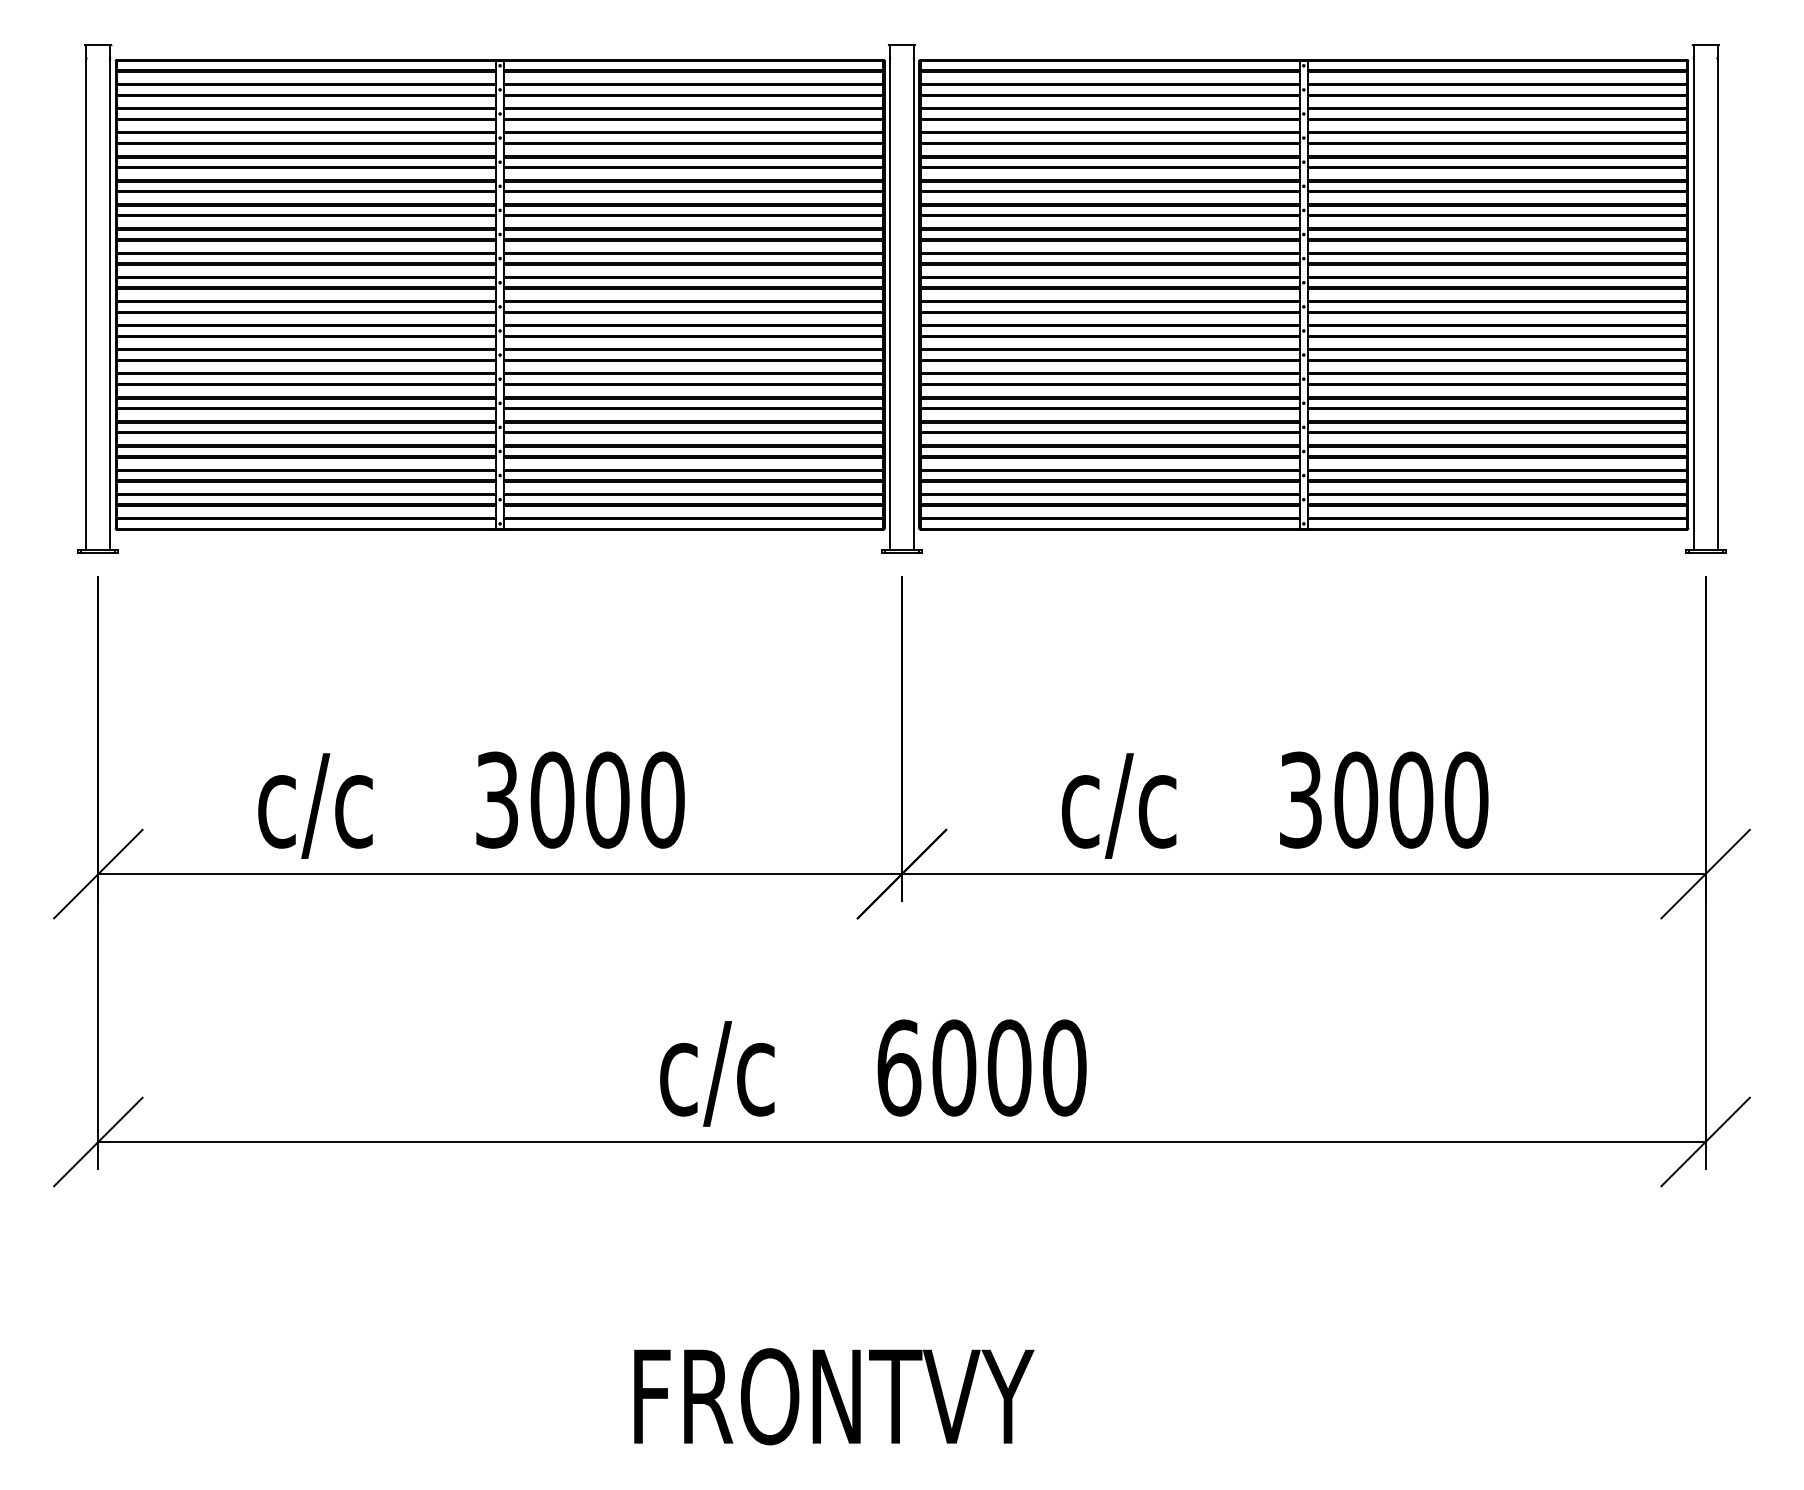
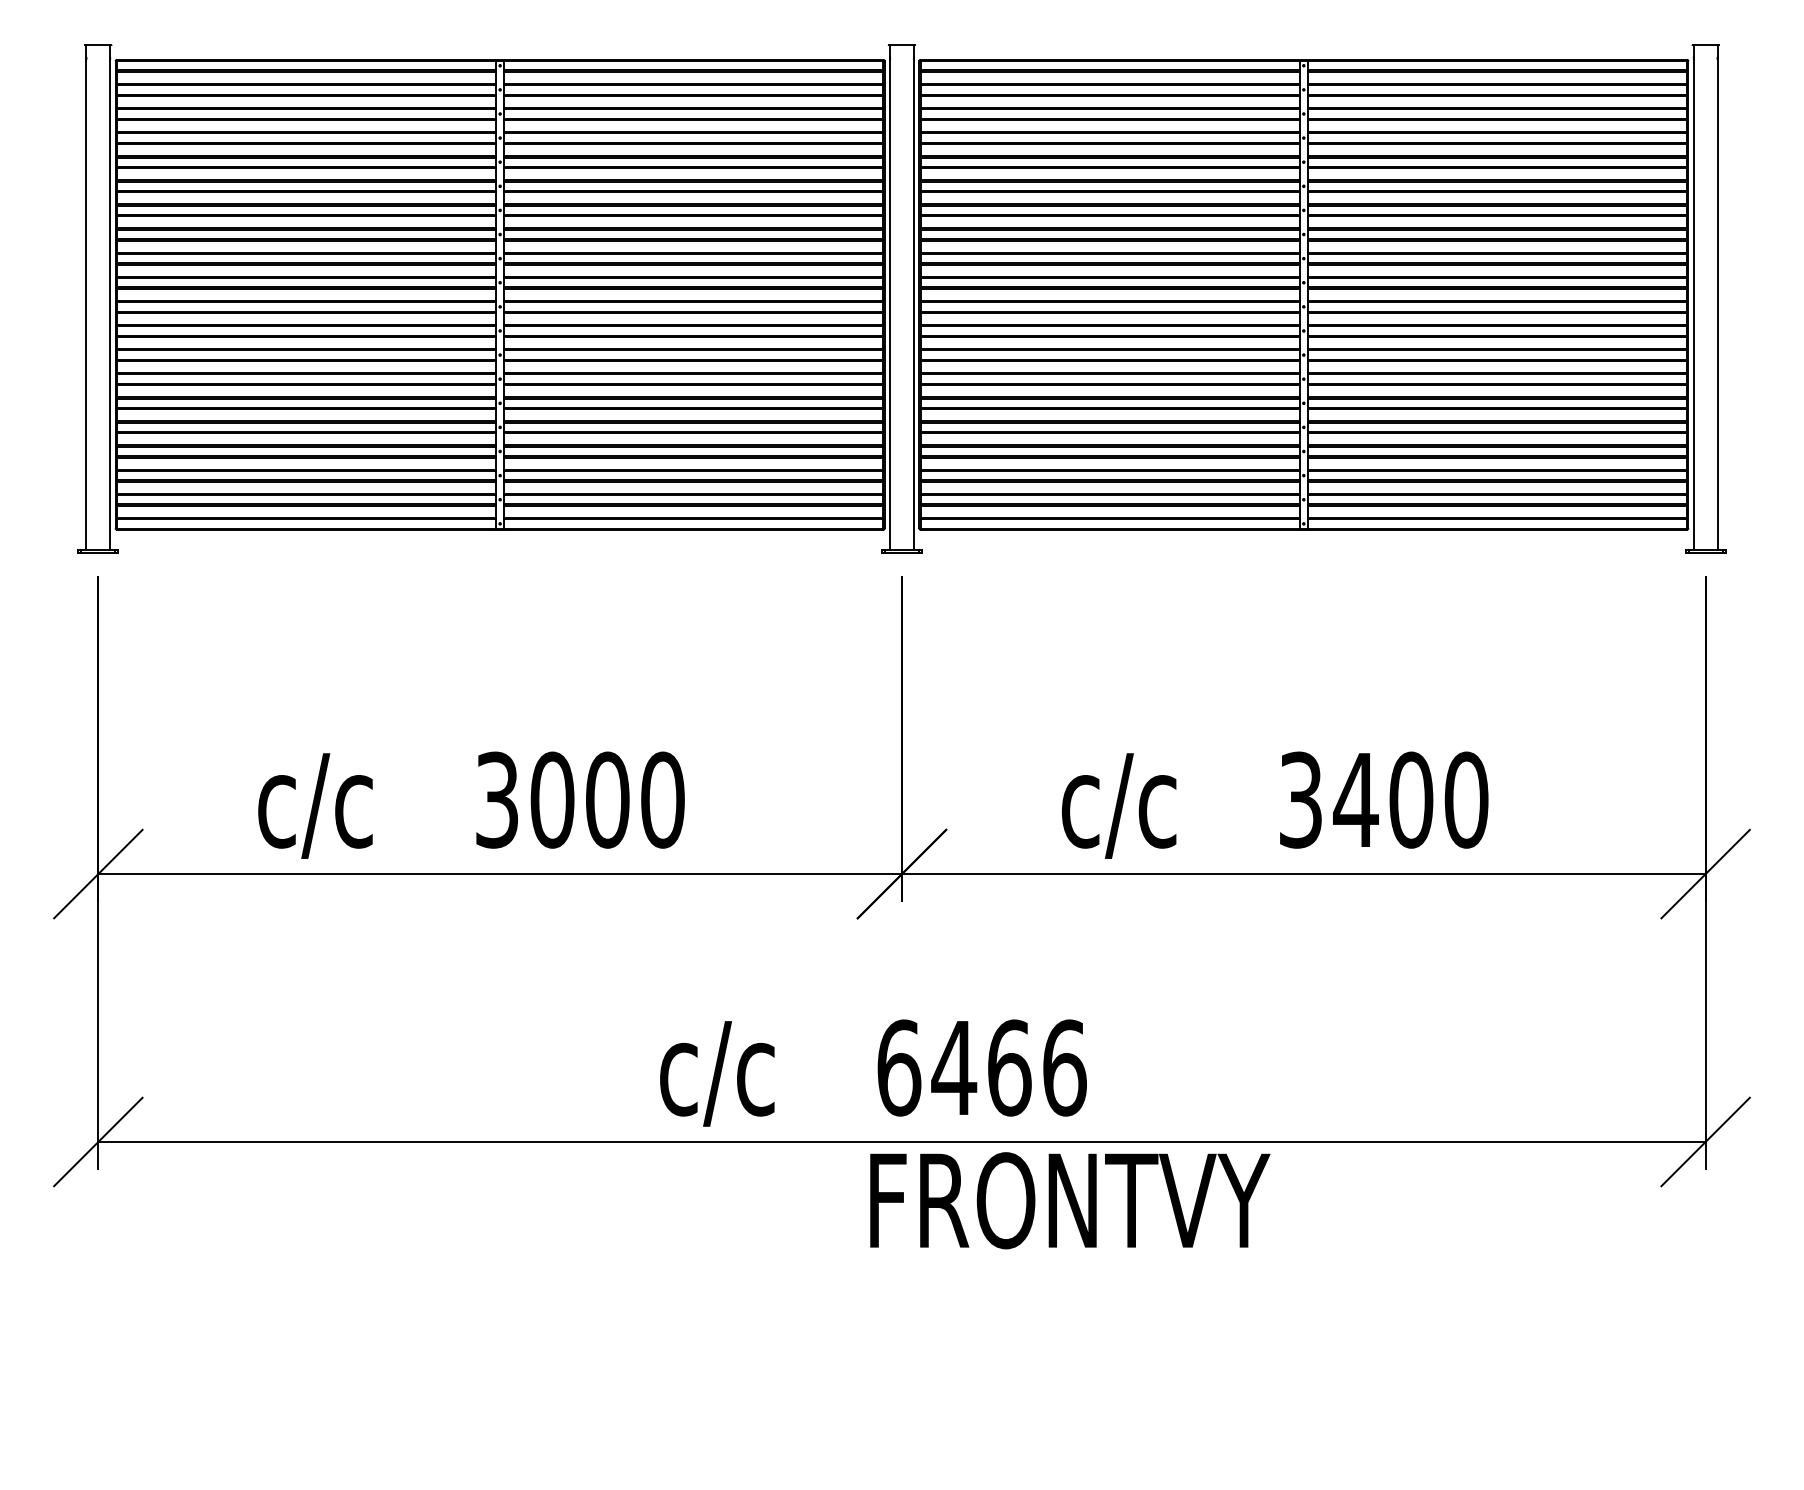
text at (1355, 799): 3000 -> 3400
text at (1008, 1067): 6000 -> 6466
text at (834, 1396) position: (834, 1396) -> (1070, 1200)
